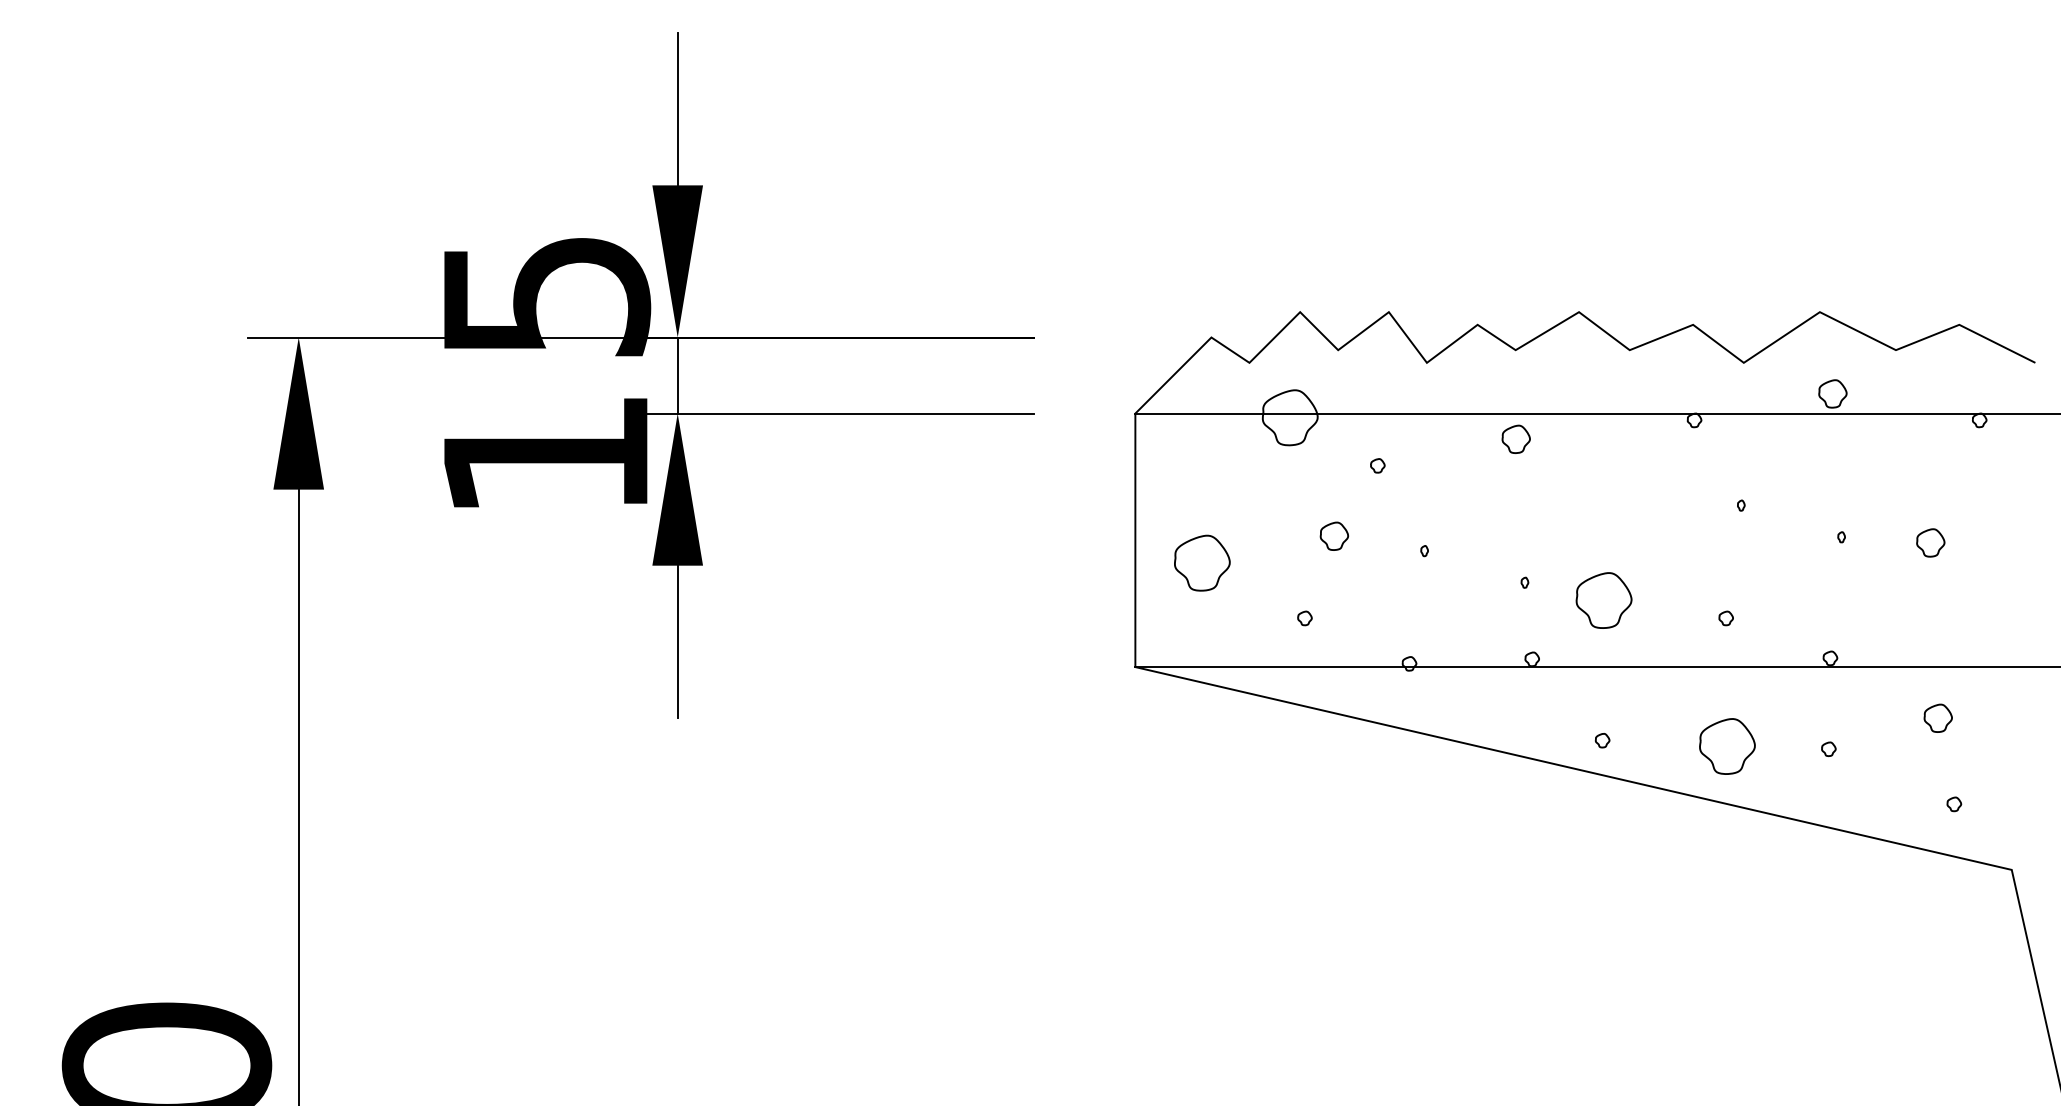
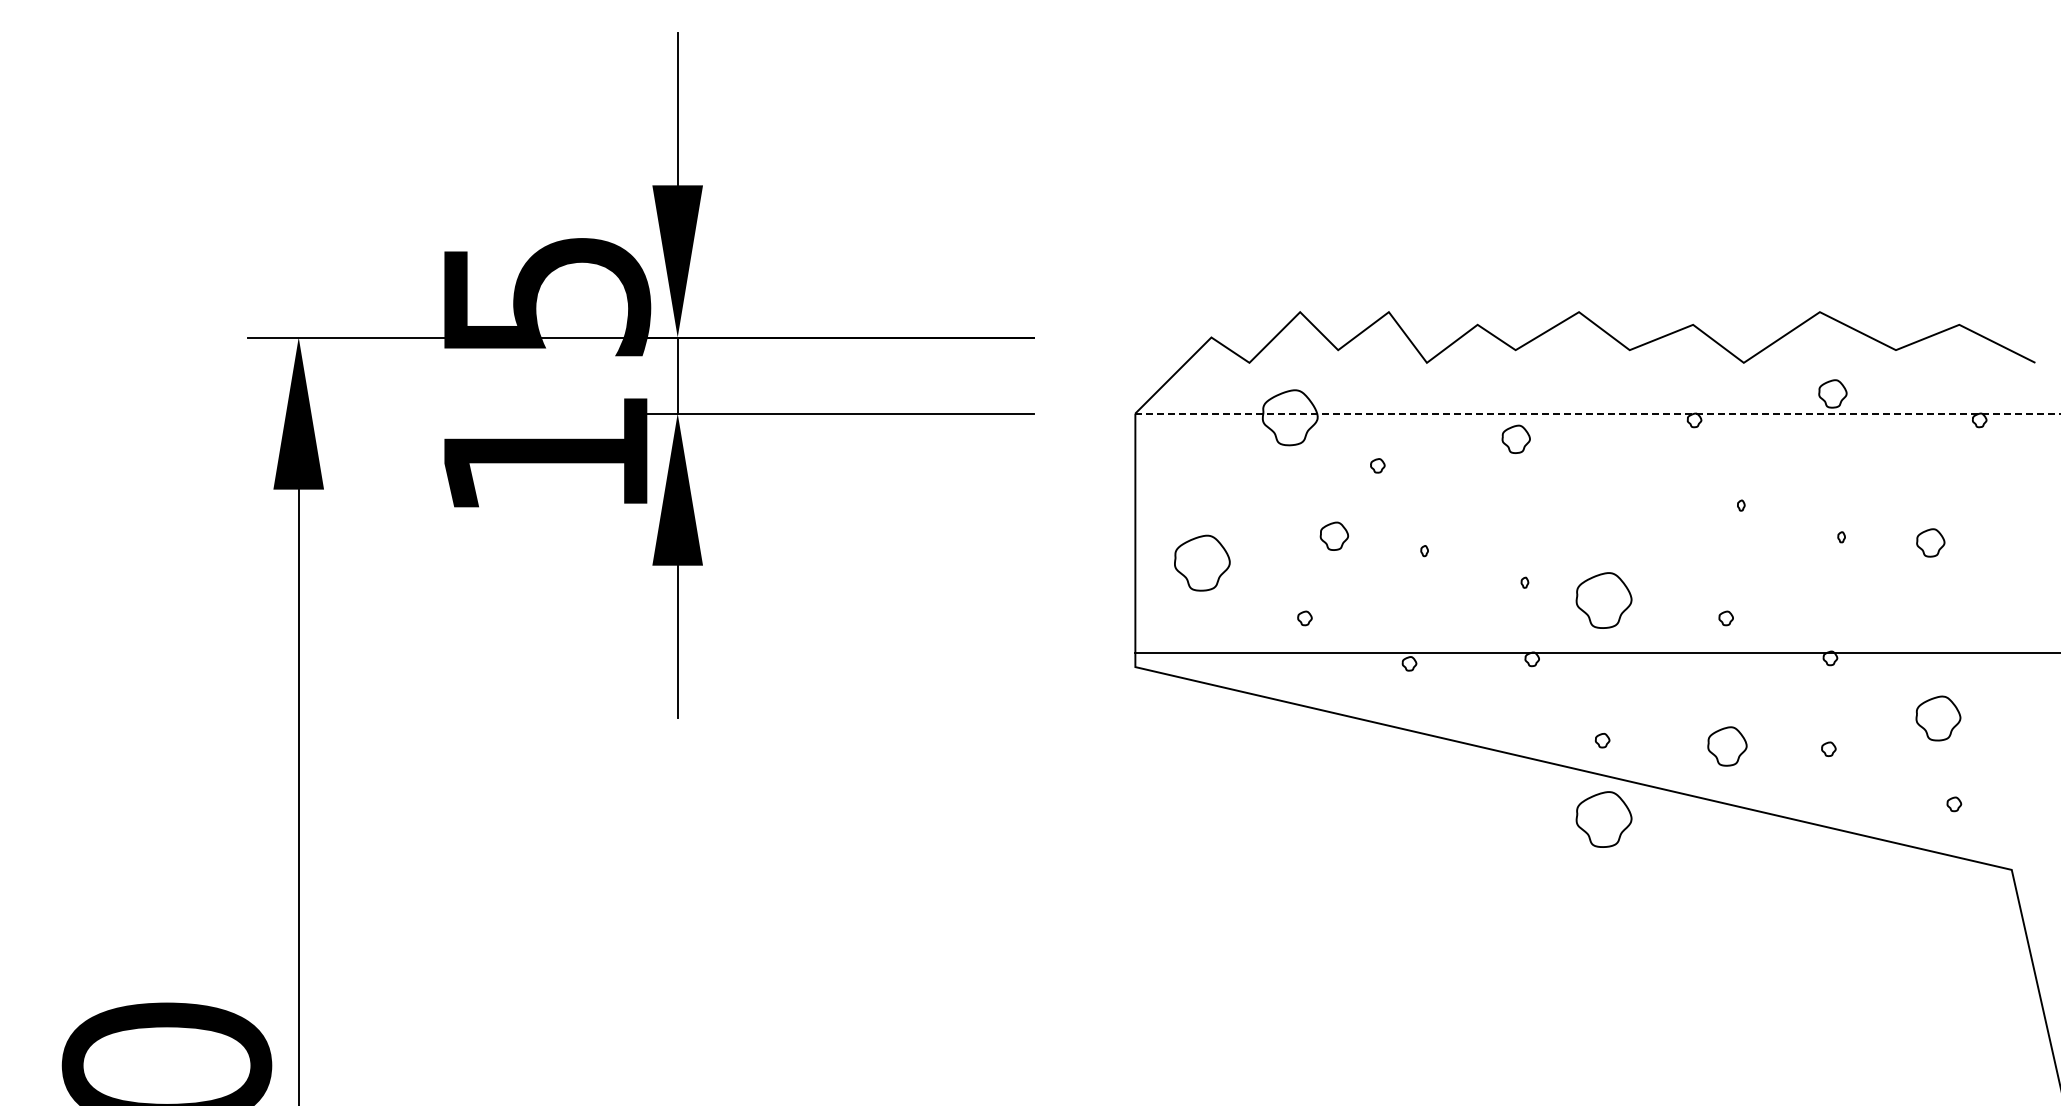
line at (1598, 413): solid -> dashed
line at (1596, 667) position: (1596, 667) -> (1596, 653)
part at (1937, 717) size: 30x30 px -> 47x47 px
part at (1727, 746) size: 57x57 px -> 41x41 px
part at (1603, 819): none -> present
